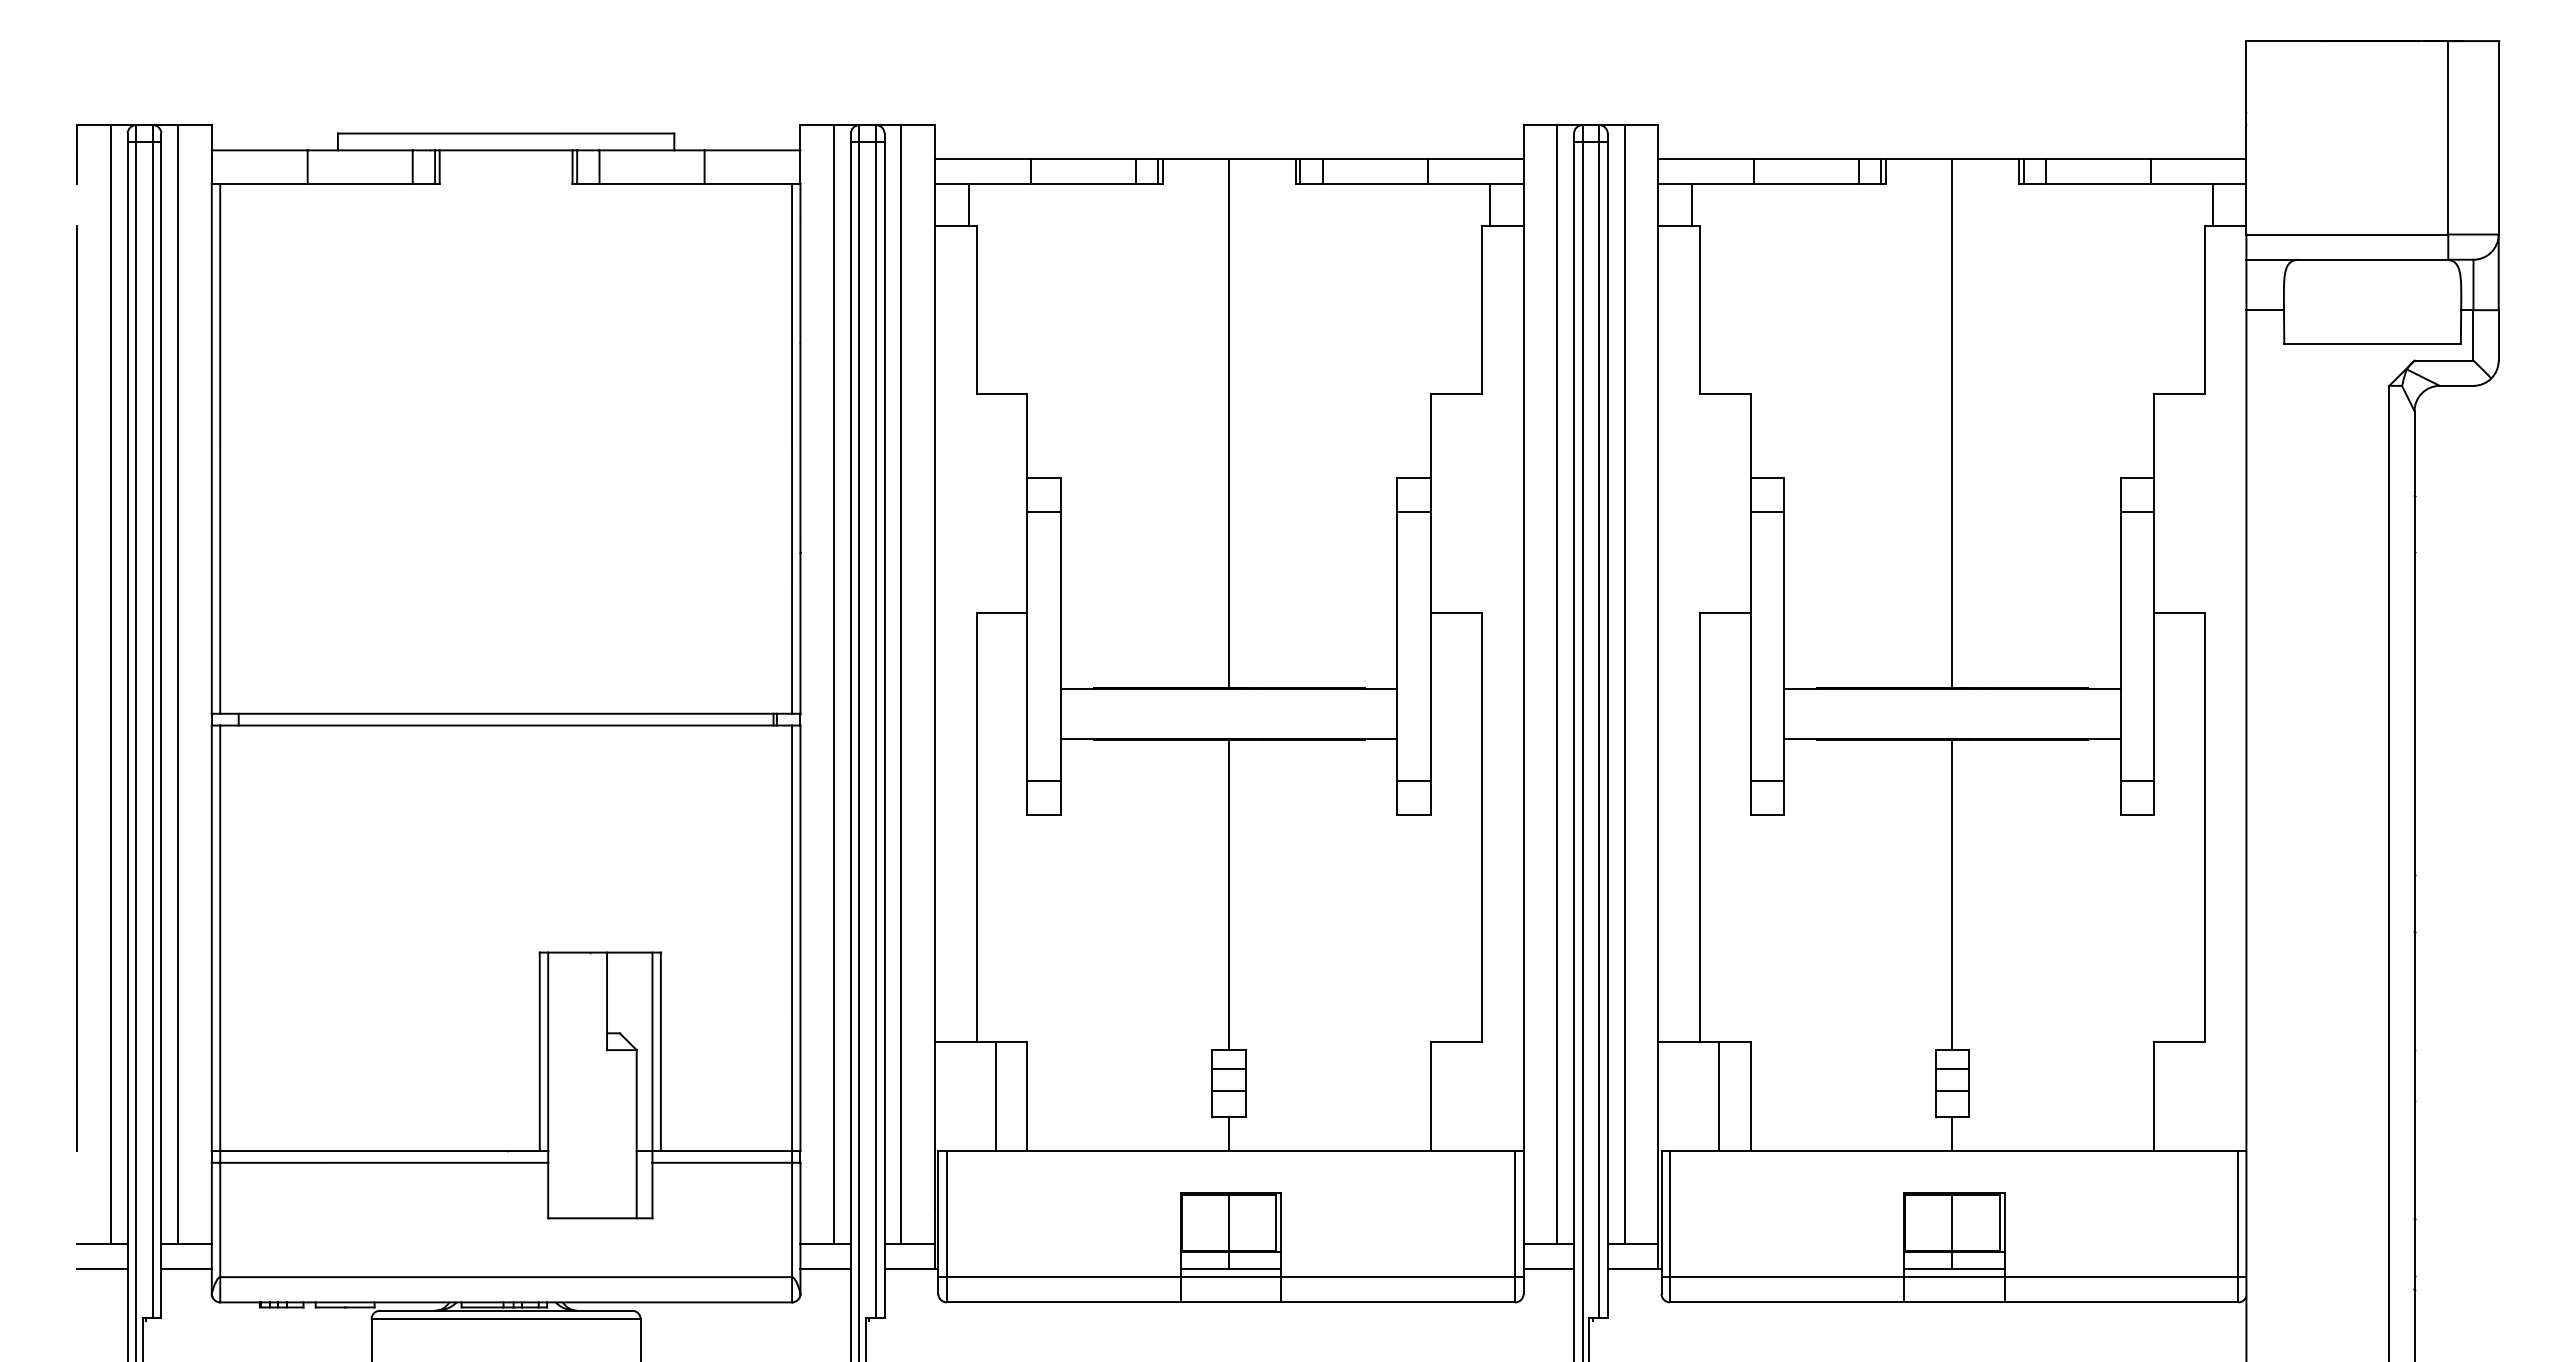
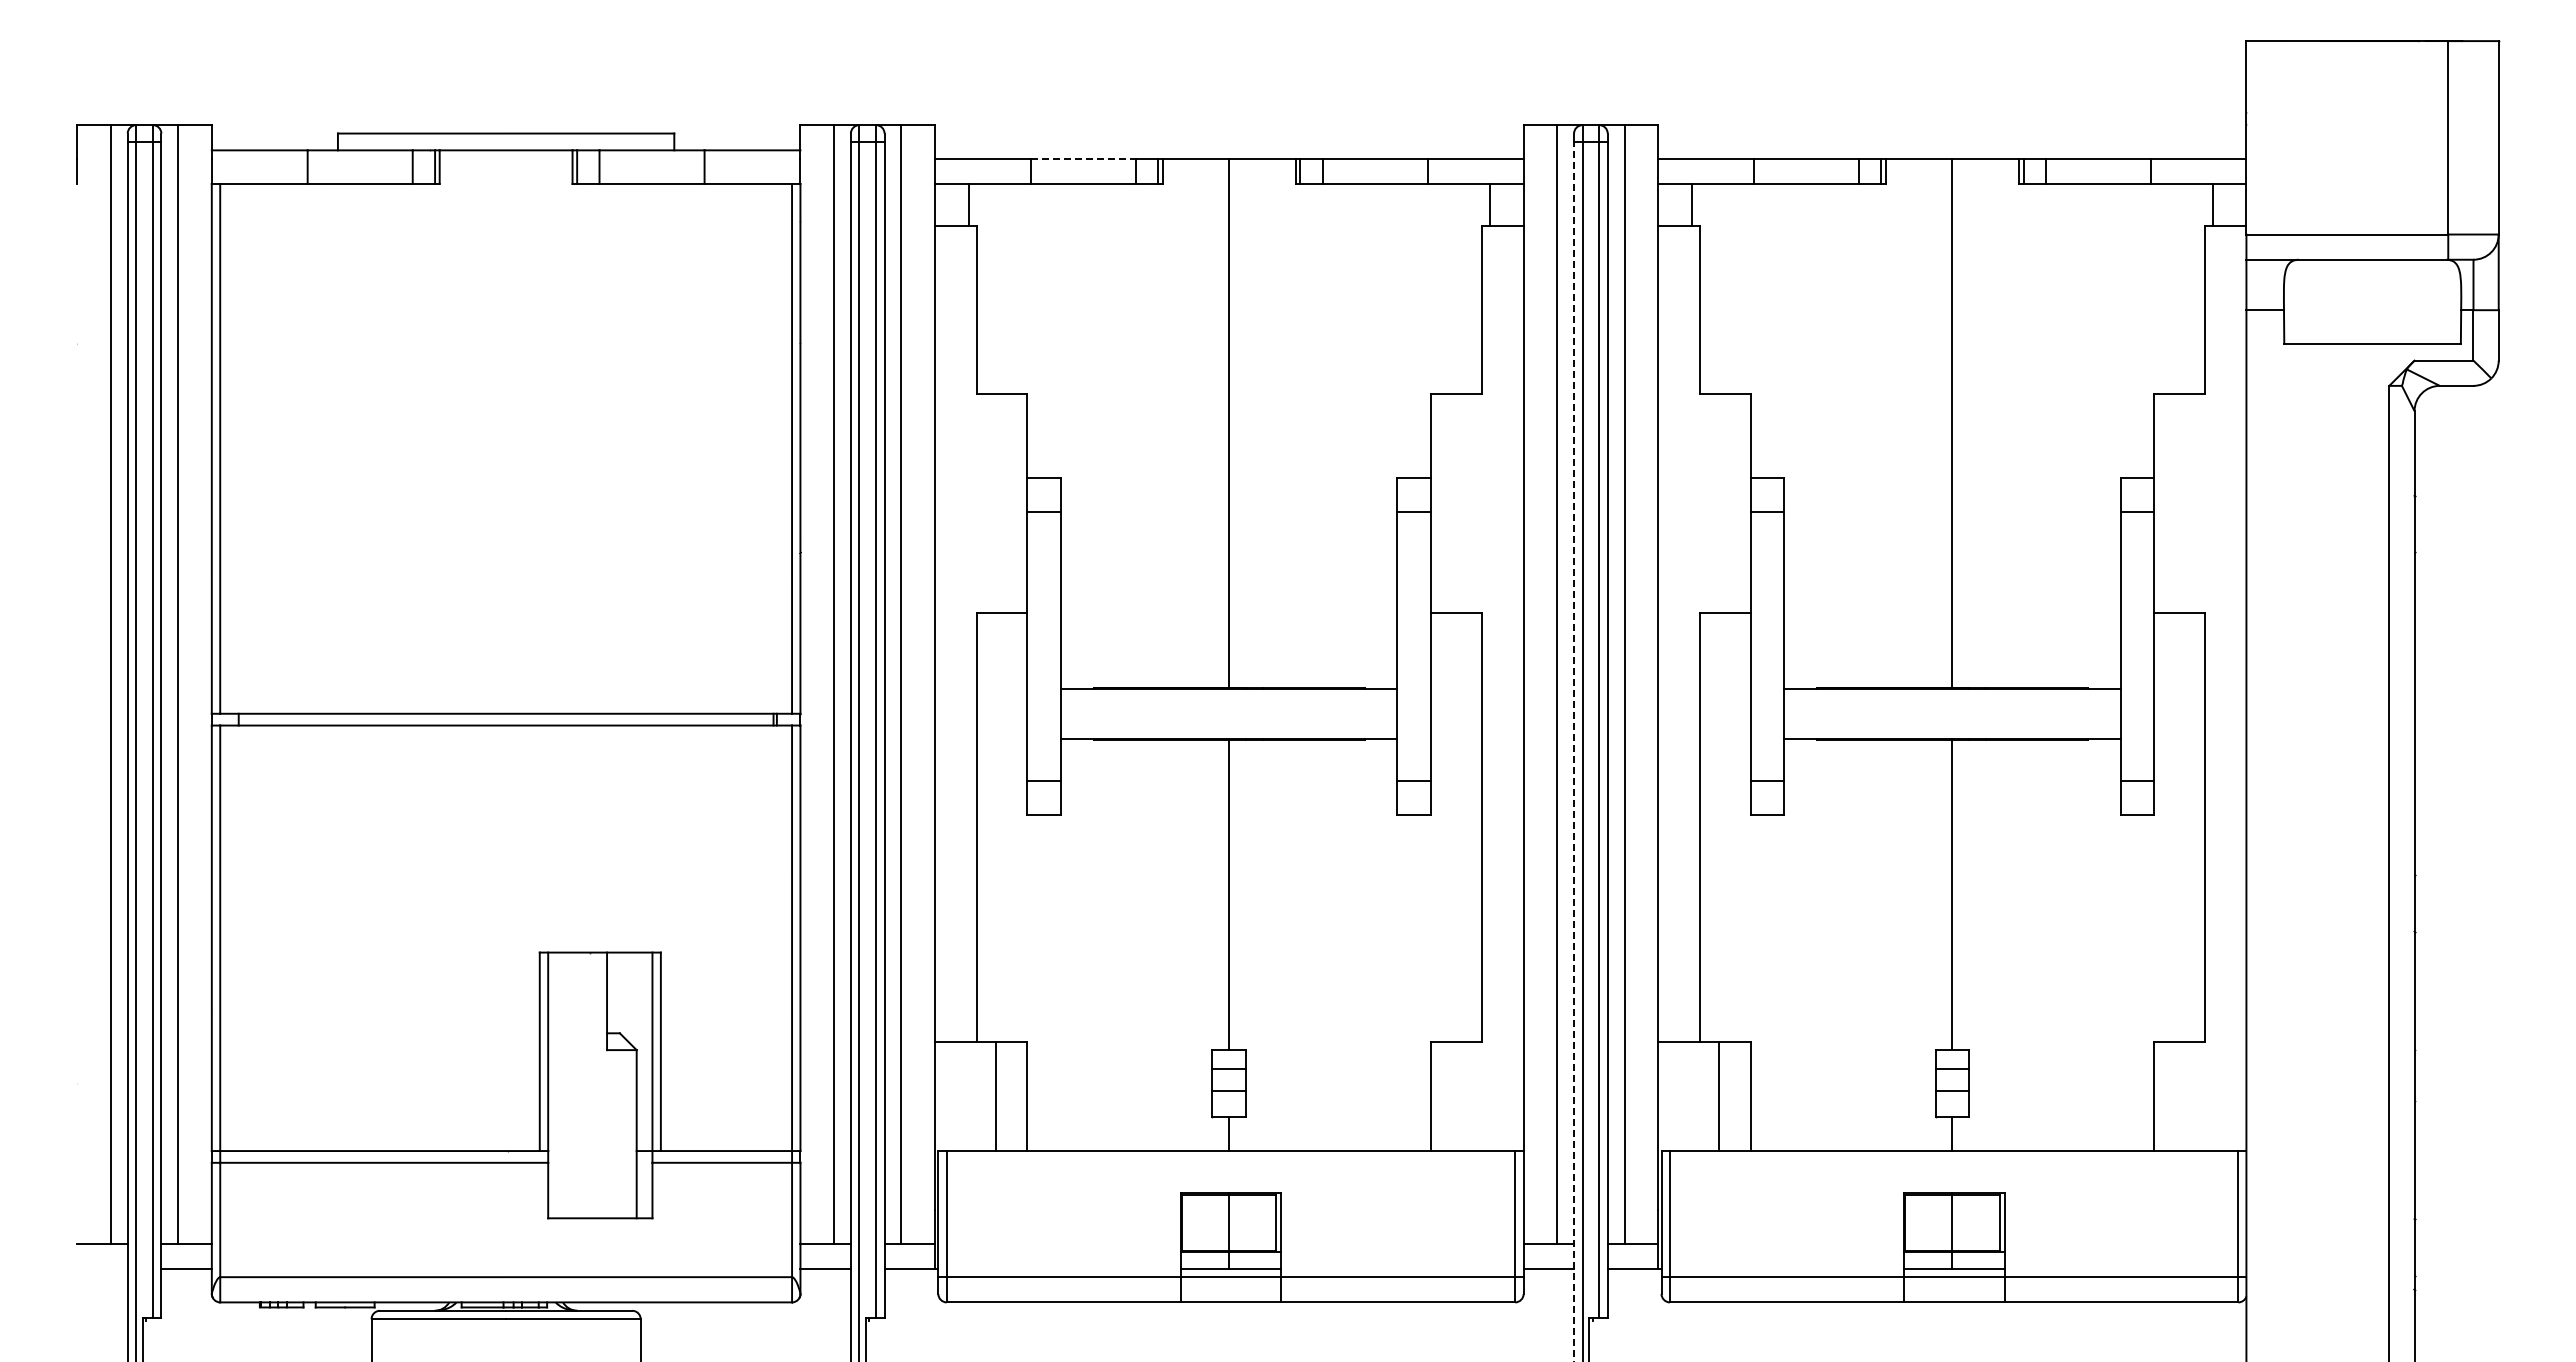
line at (1083, 158): solid -> dashed
line at (77, 688): present -> none
line at (1574, 751): solid -> dashed
line at (102, 1268): present -> none
